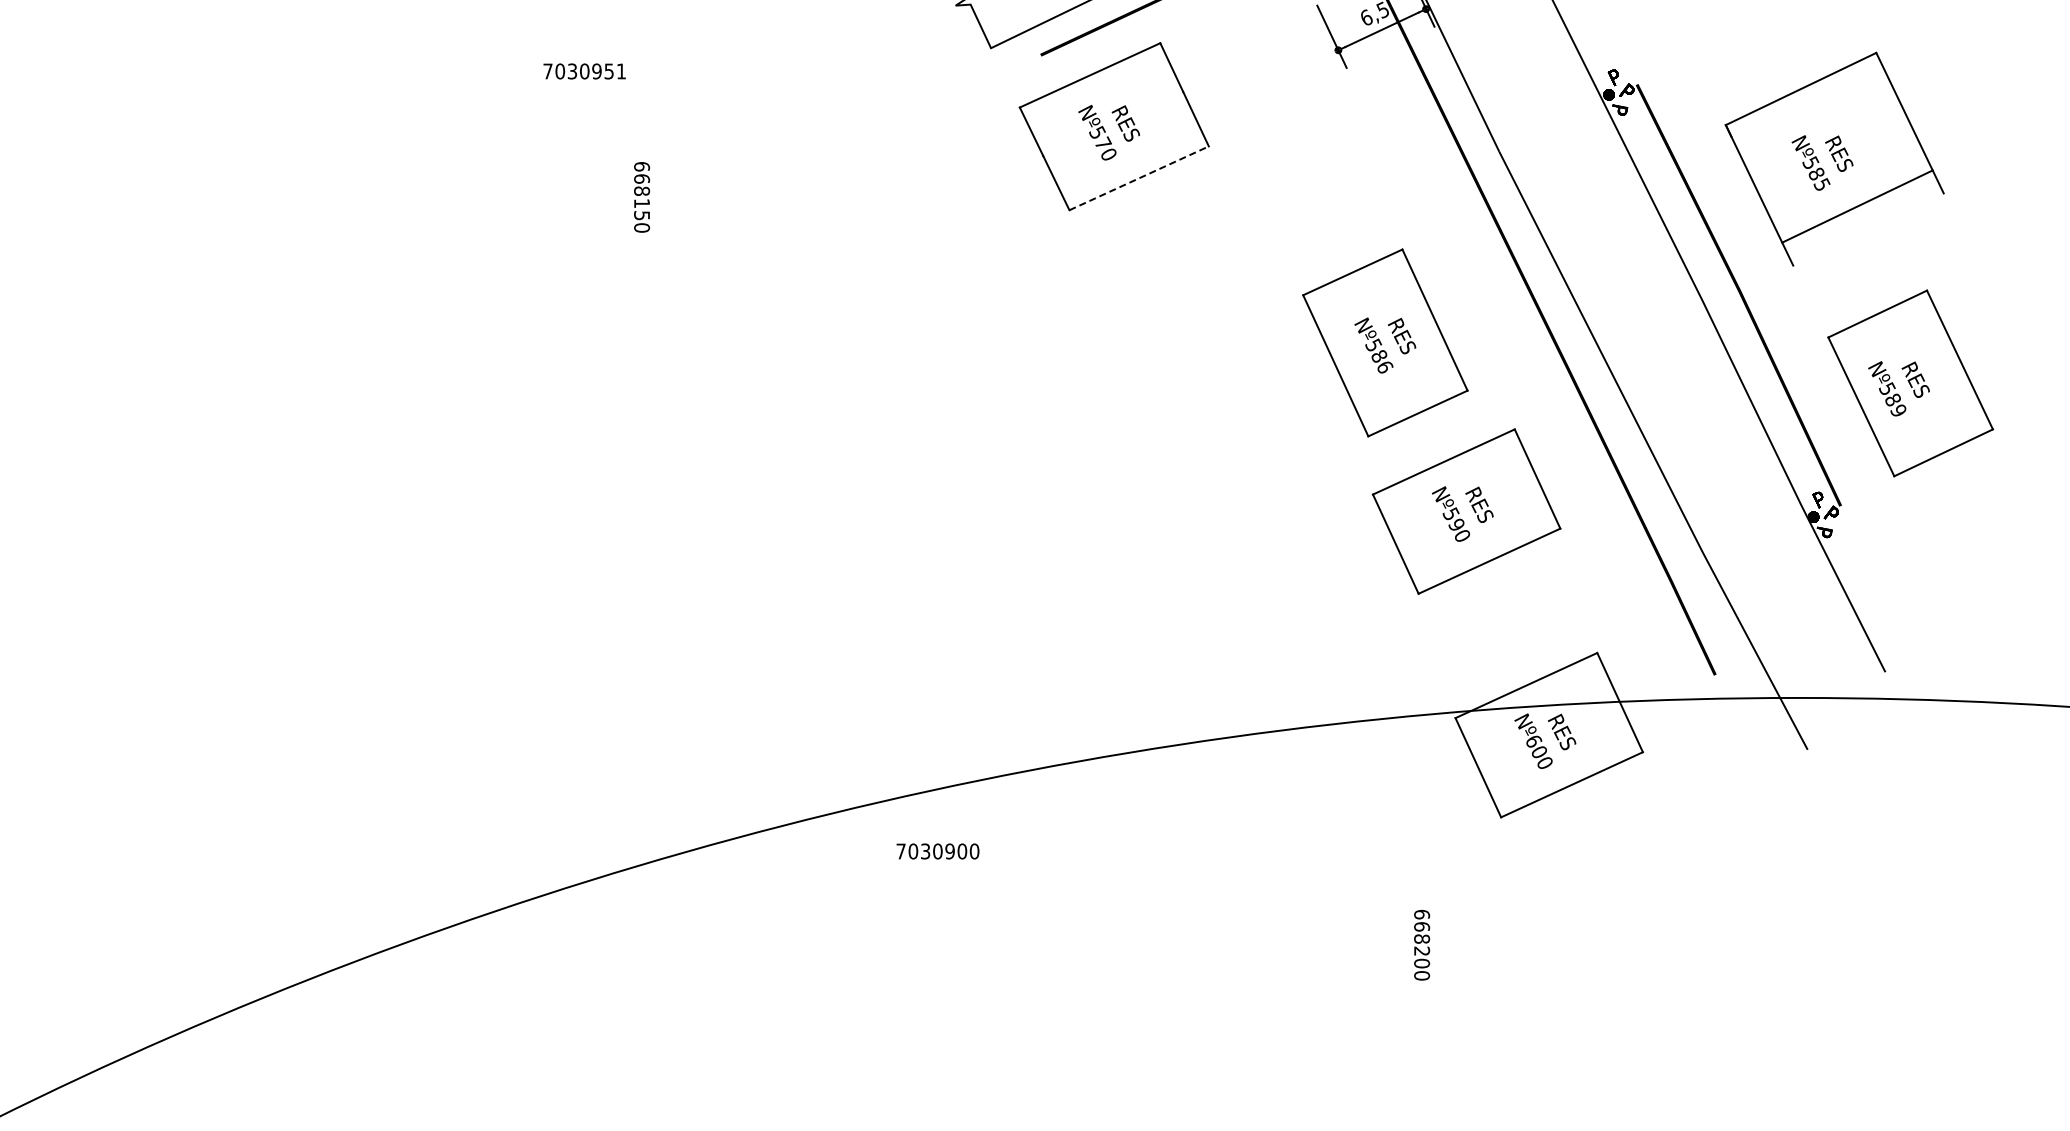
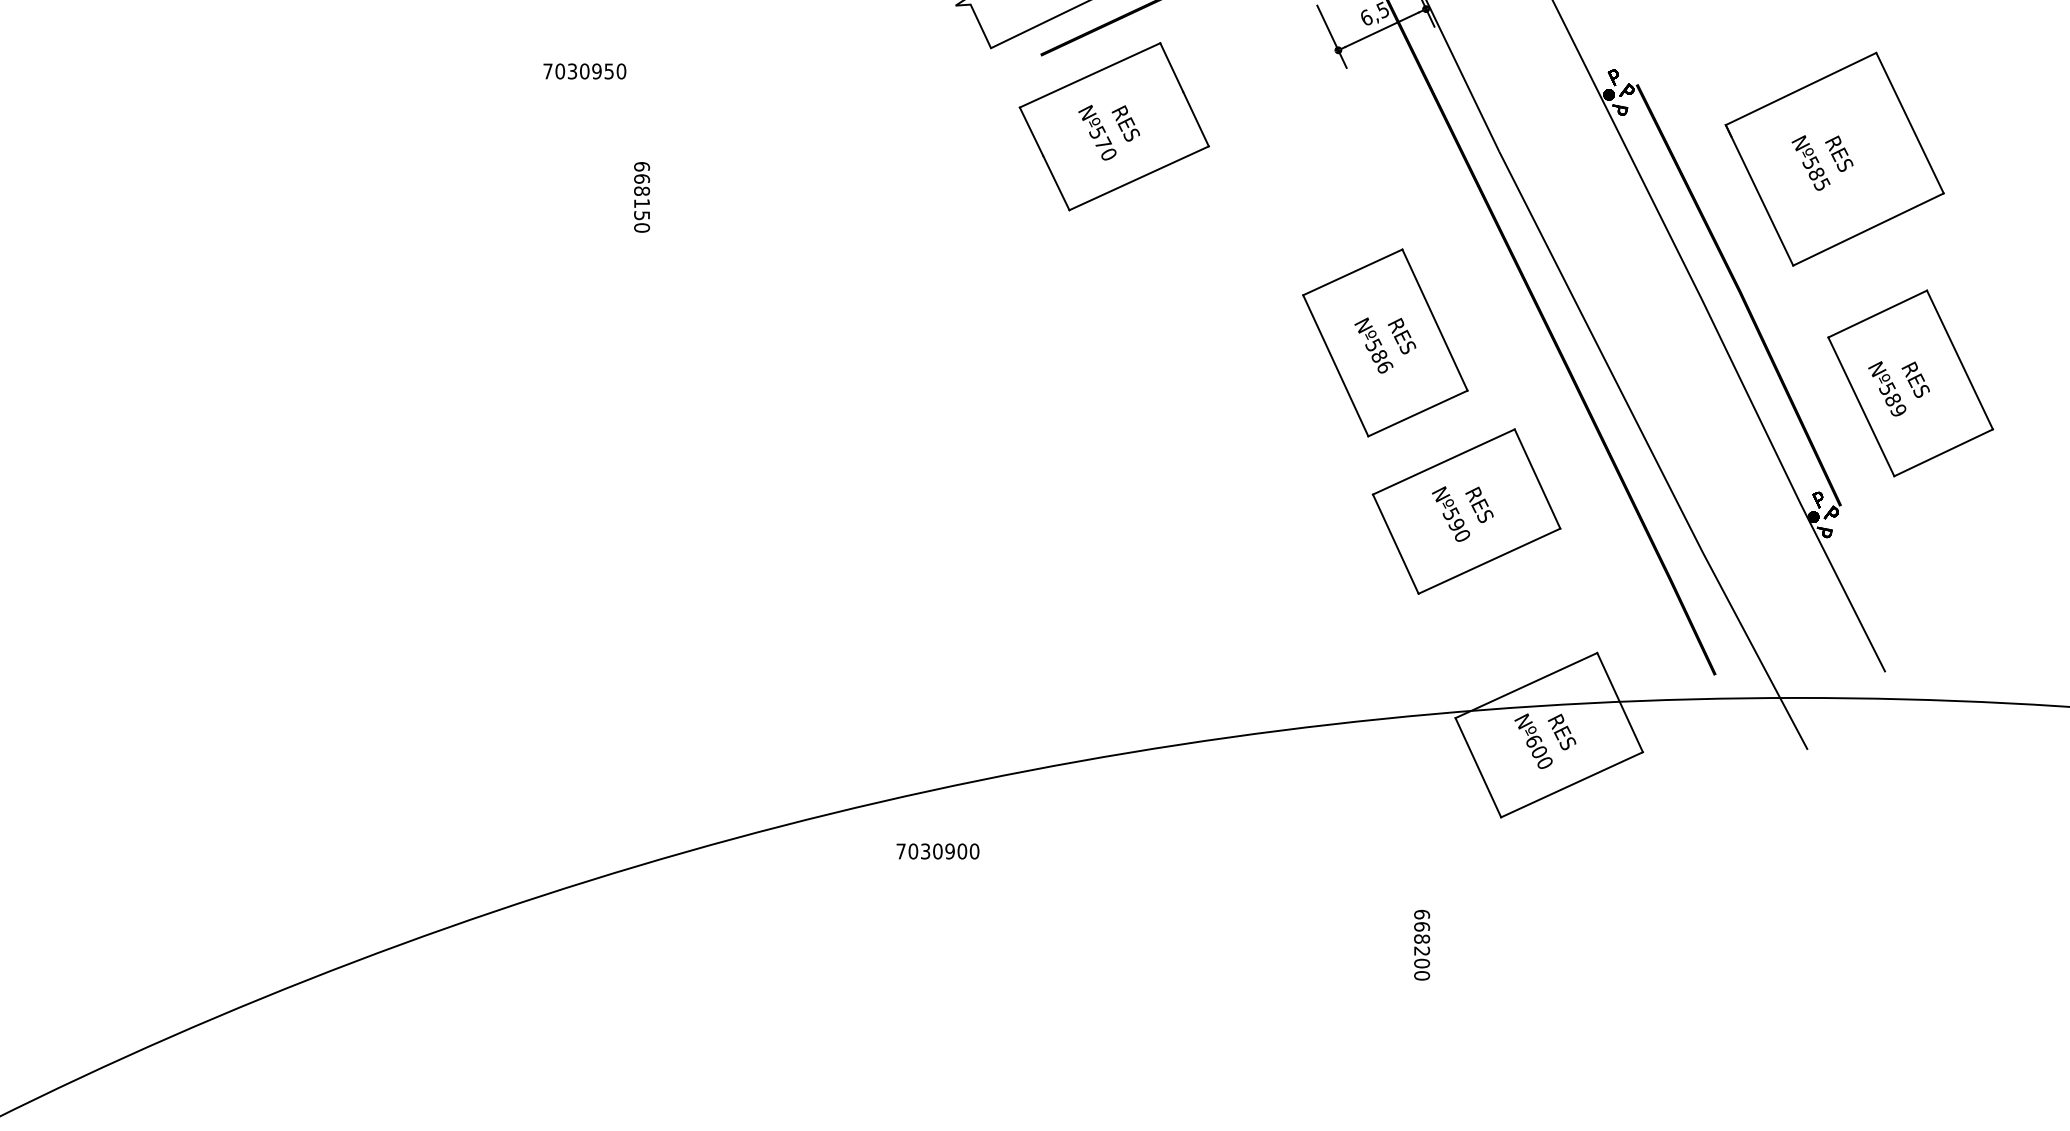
text at (621, 71): 7030951 -> 7030950
line at (1139, 178): dashed -> solid
line at (1857, 206) position: (1857, 206) -> (1868, 229)
